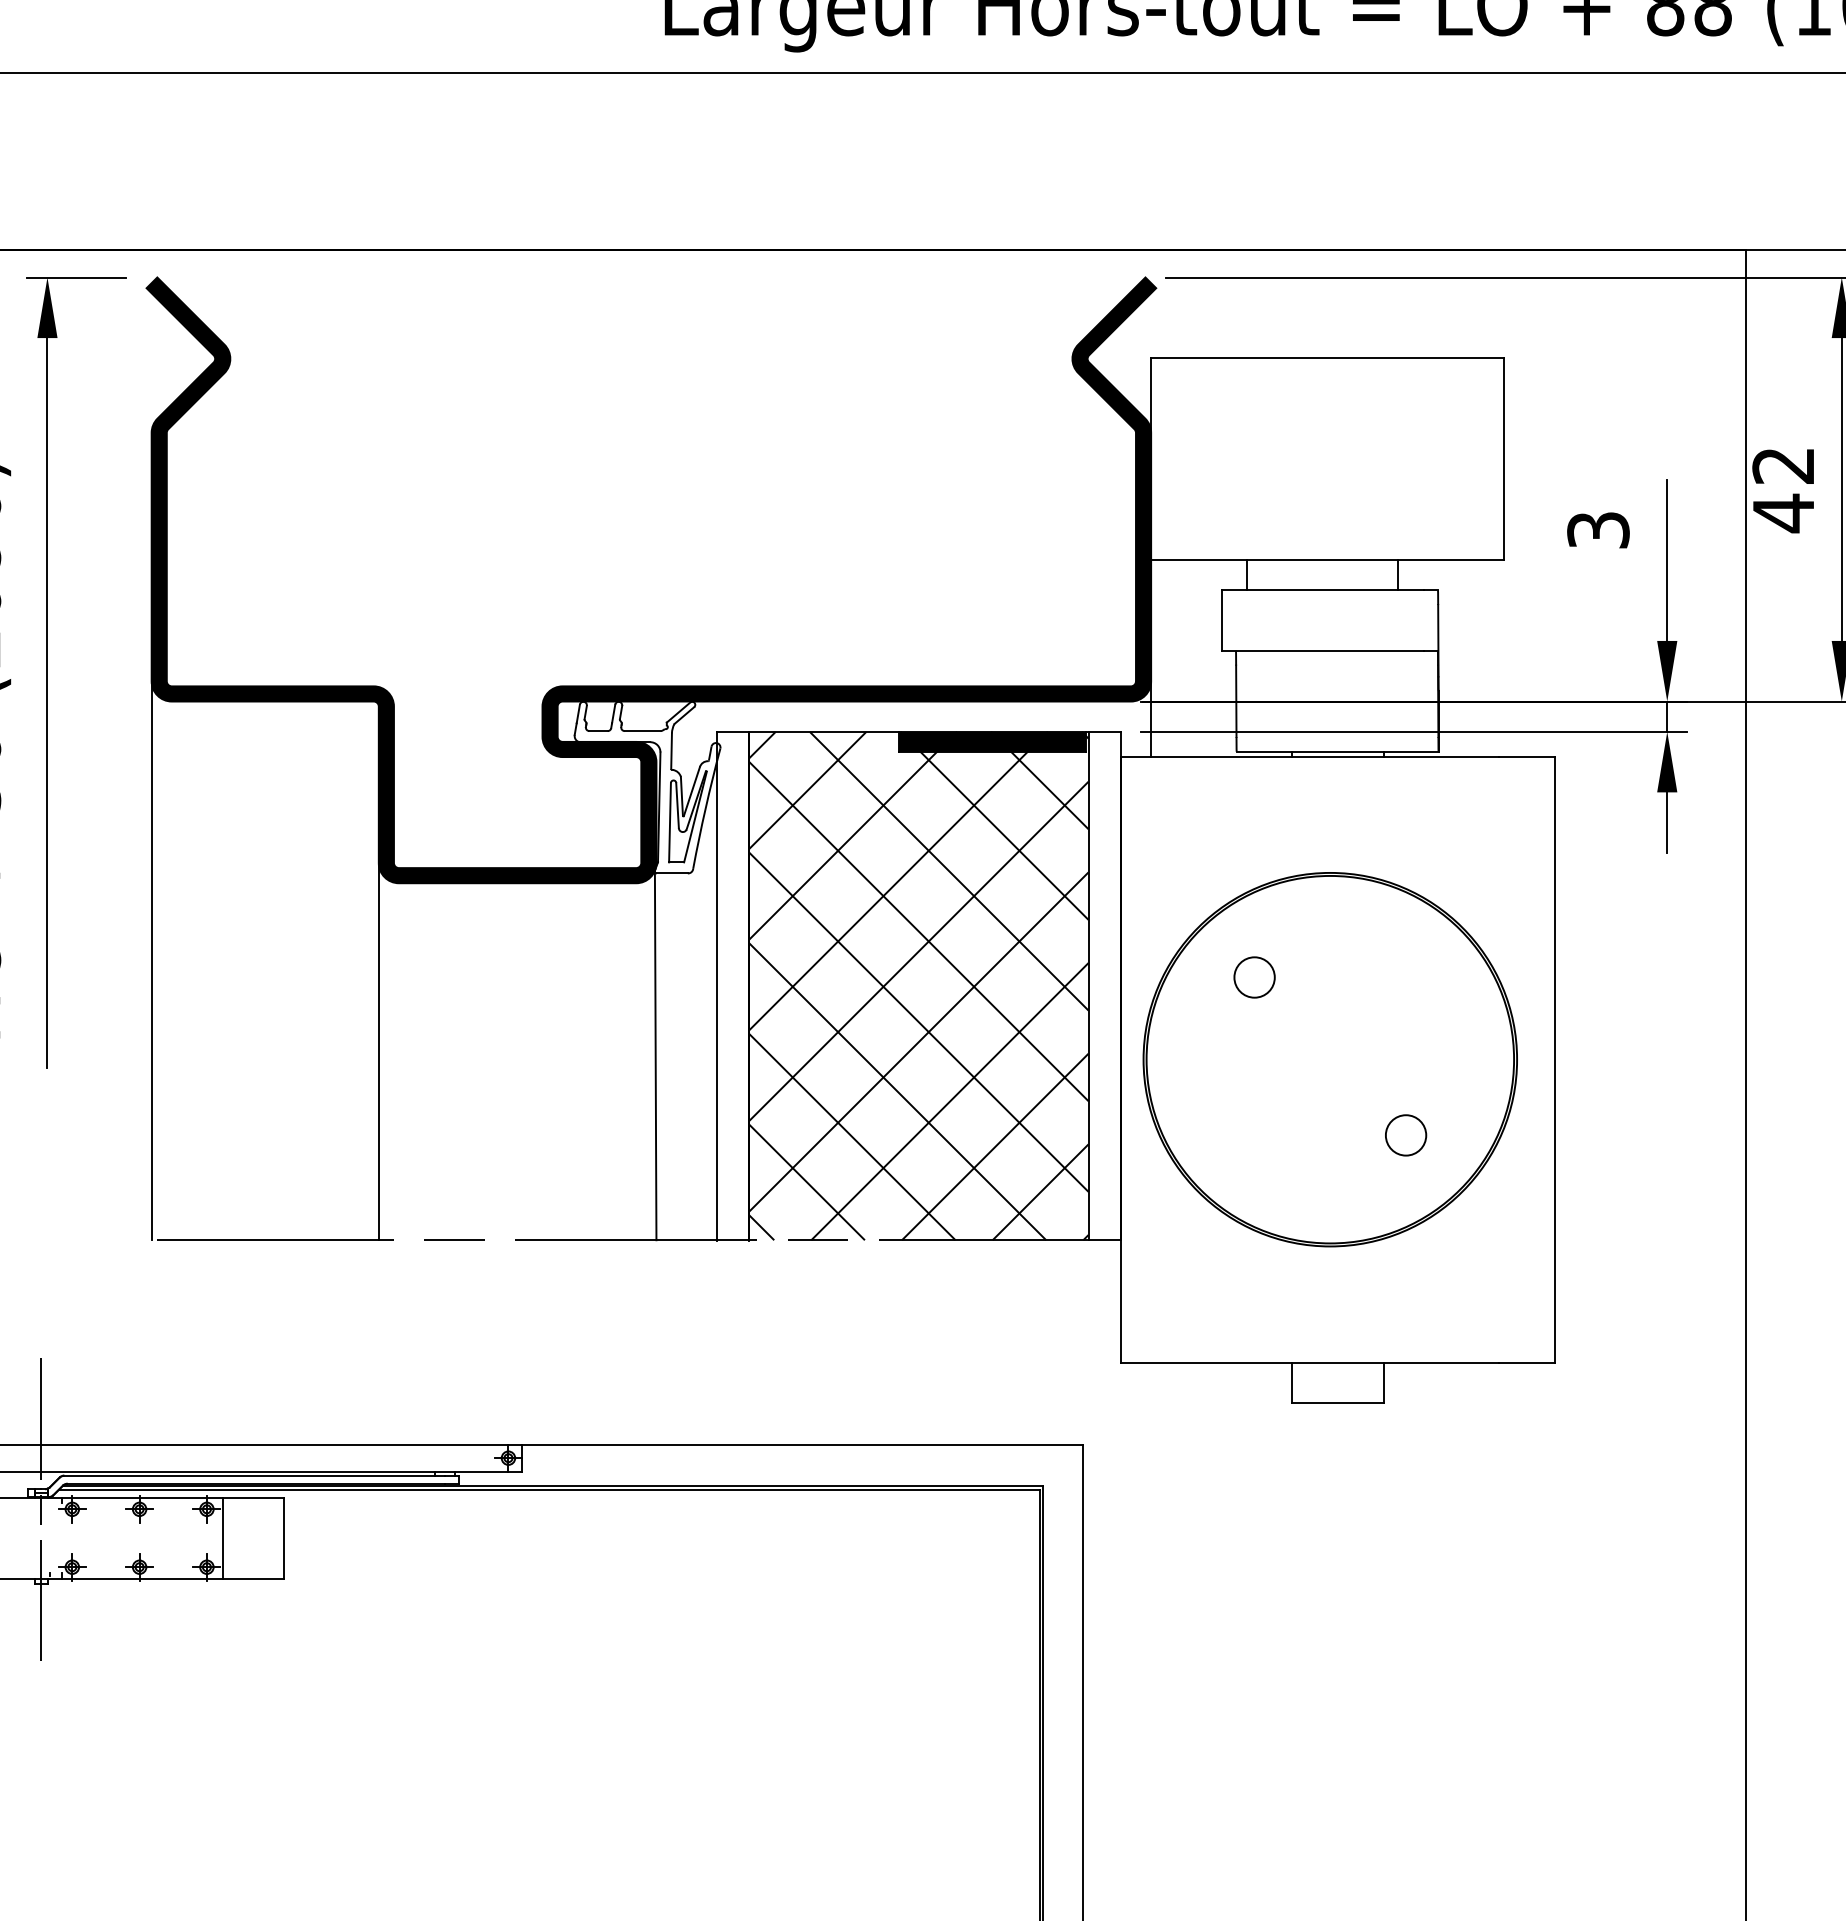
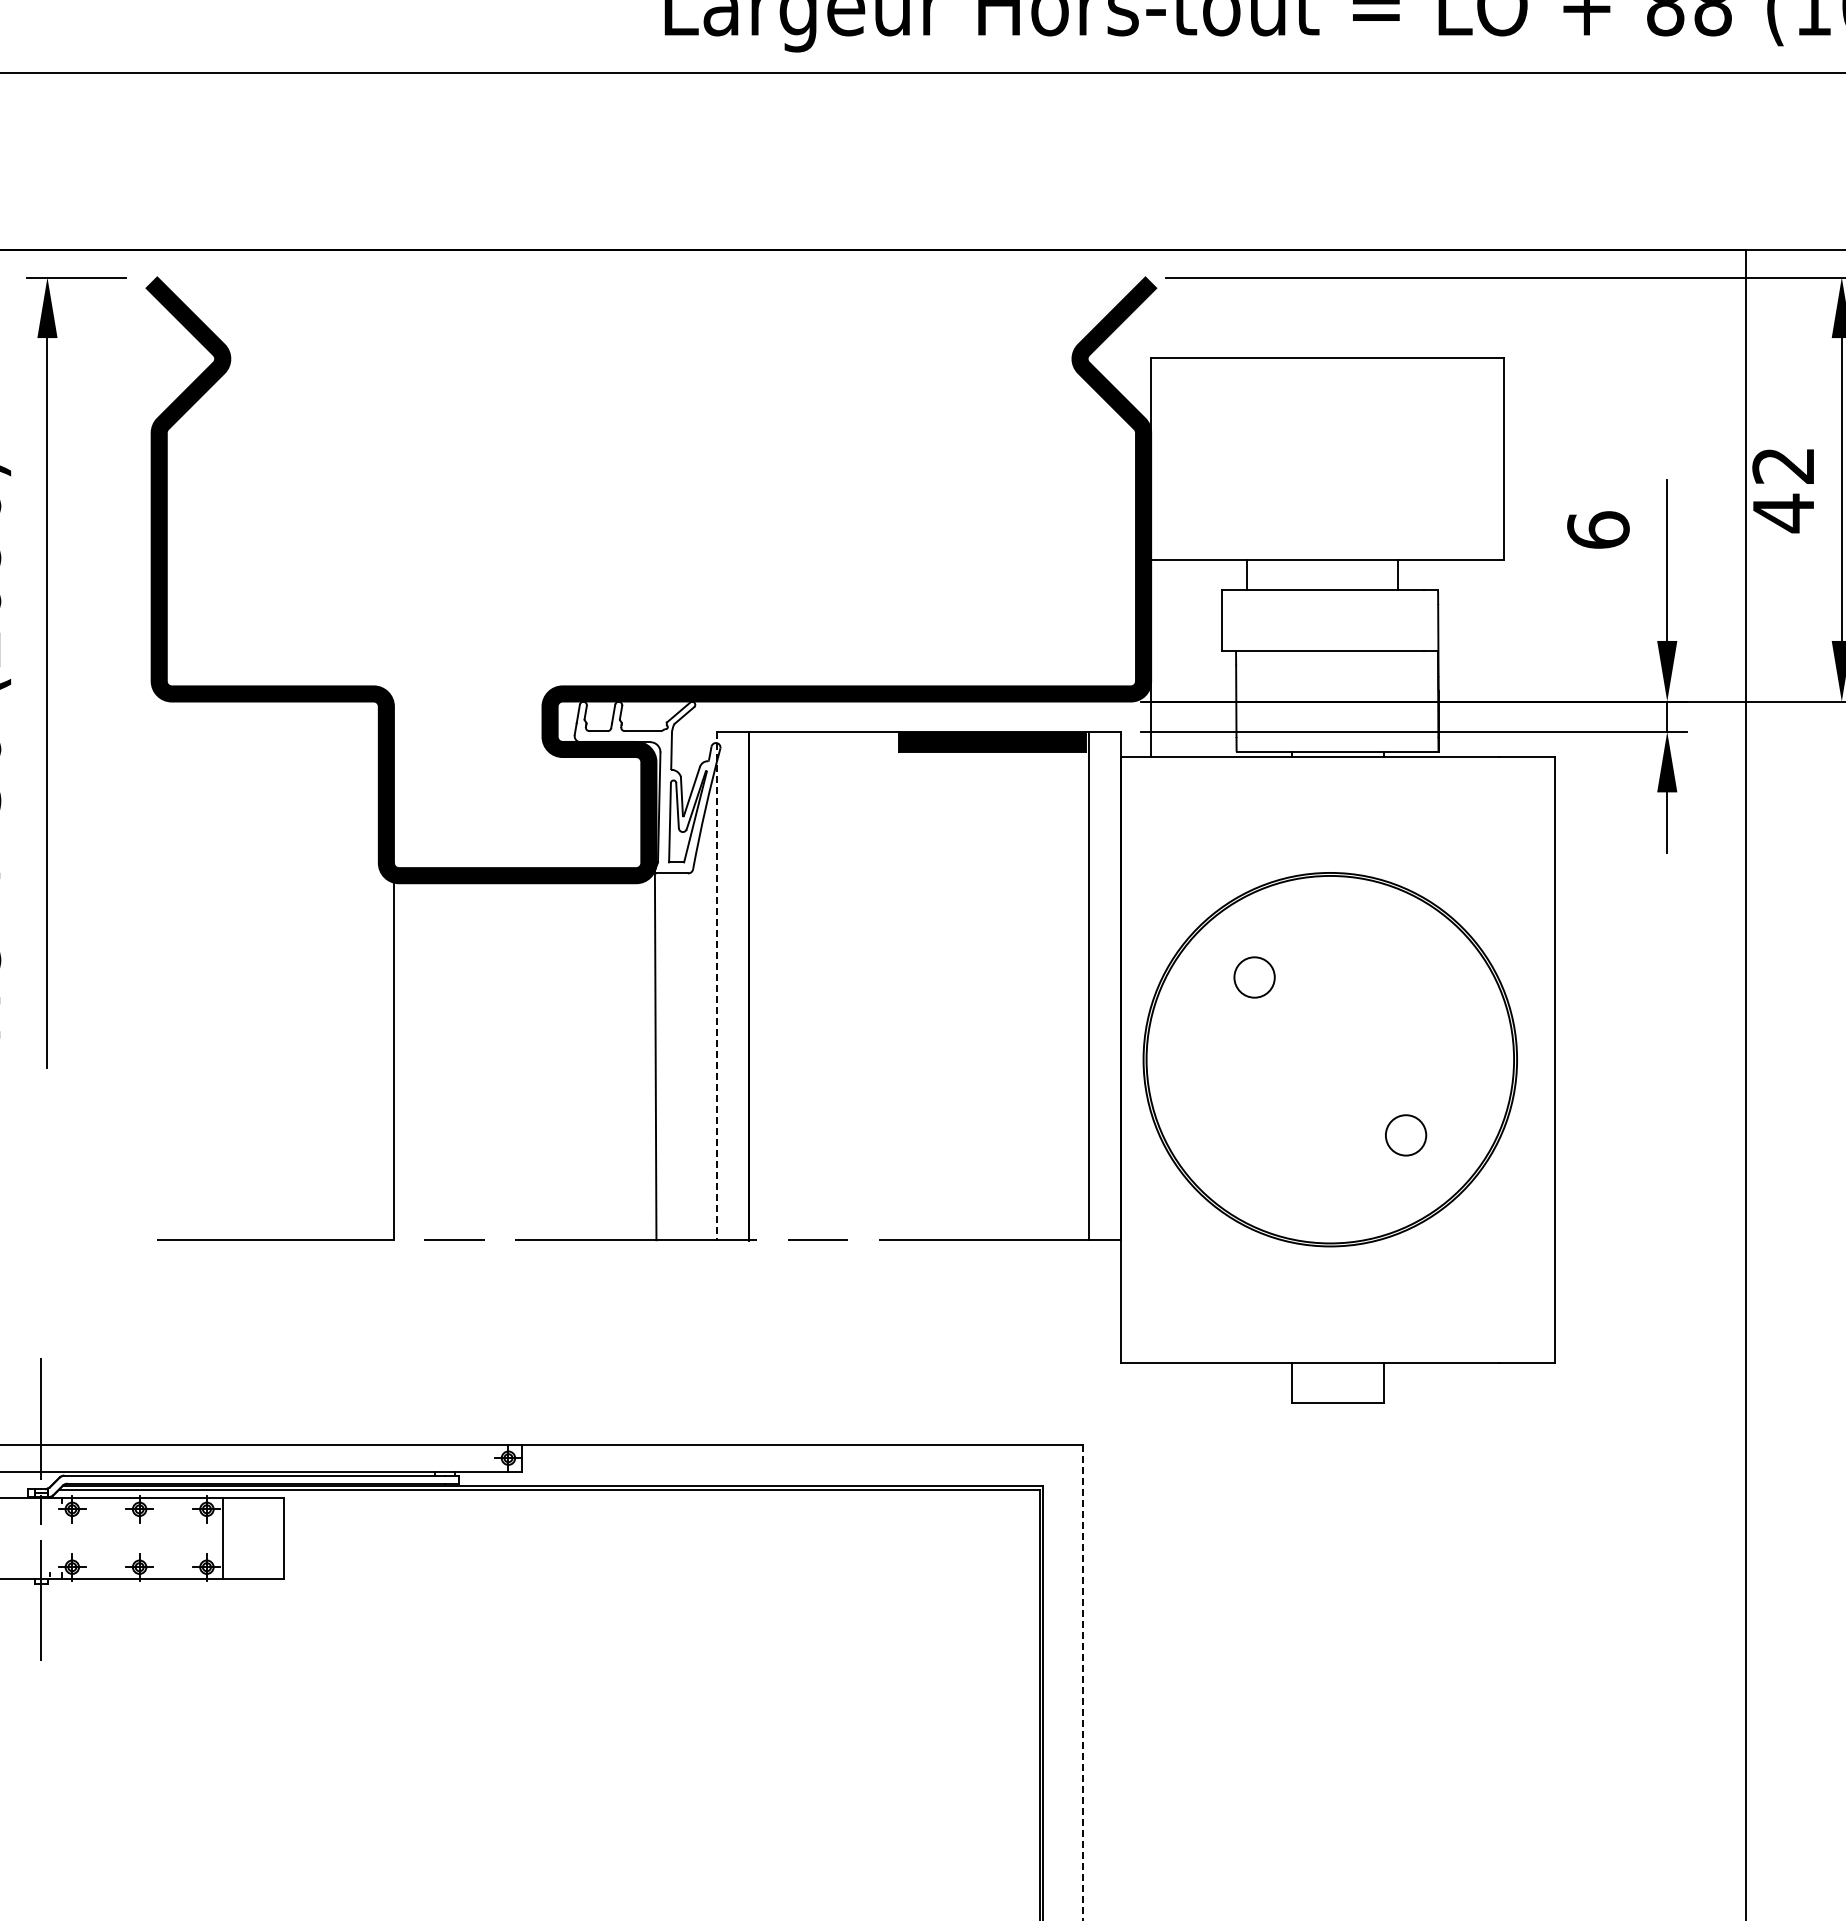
text at (1598, 529): 3 -> 6
line at (151, 960): present -> none
hatch at (918, 985): present -> none
line at (717, 986): solid -> dashed
line at (378, 1051) position: (378, 1051) -> (393, 1051)
line at (1083, 1683): solid -> dashed
